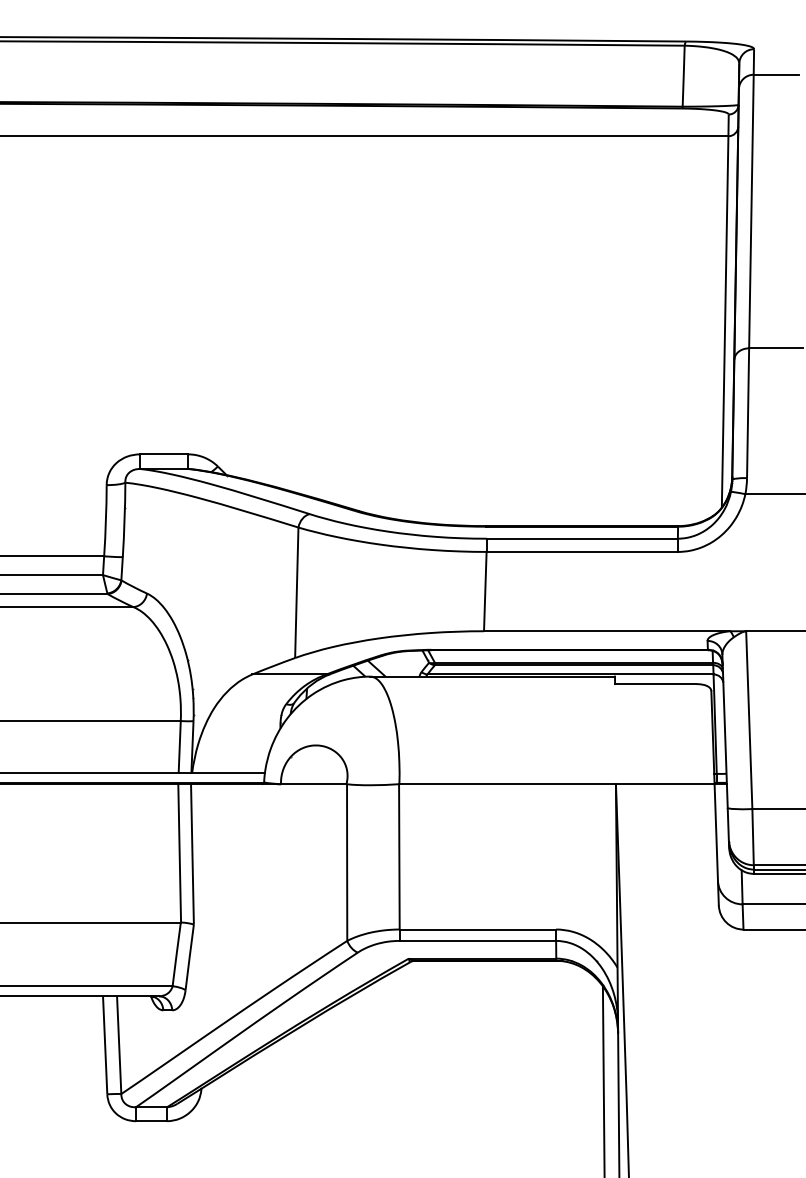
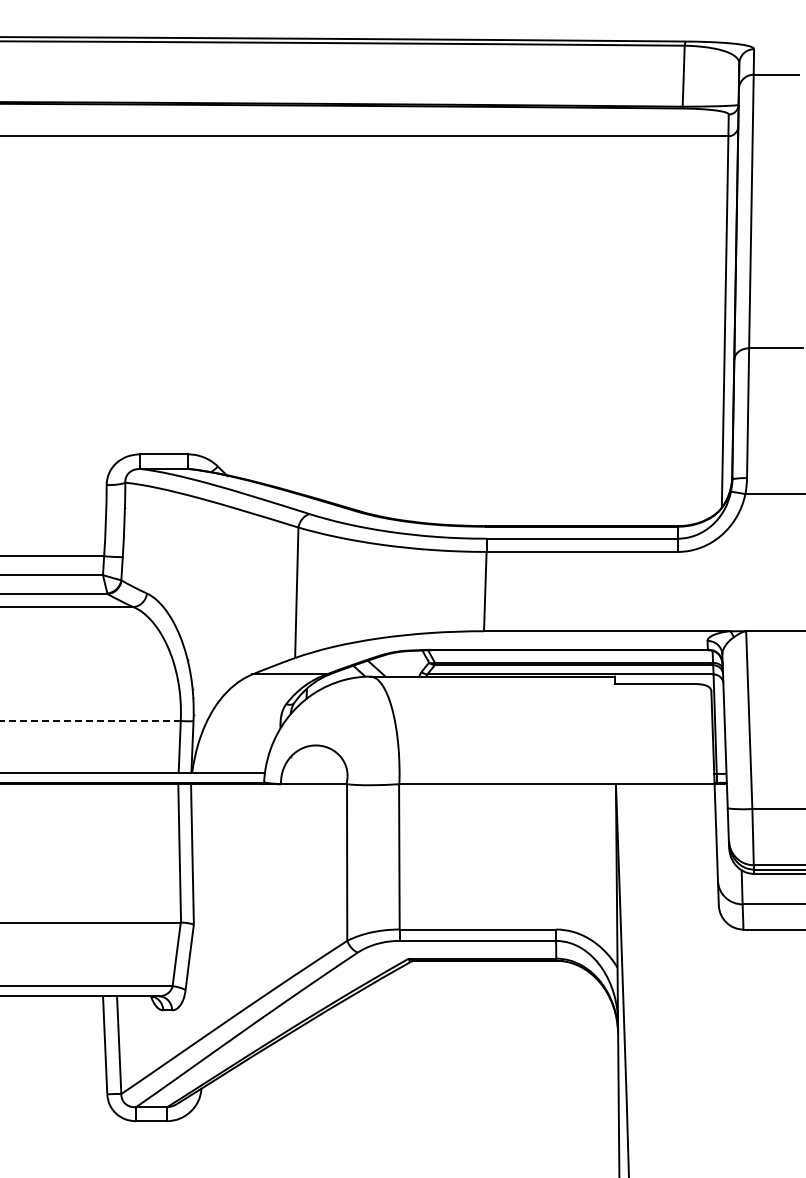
line at (90, 721): solid -> dashed
line at (603, 1080): present -> none
